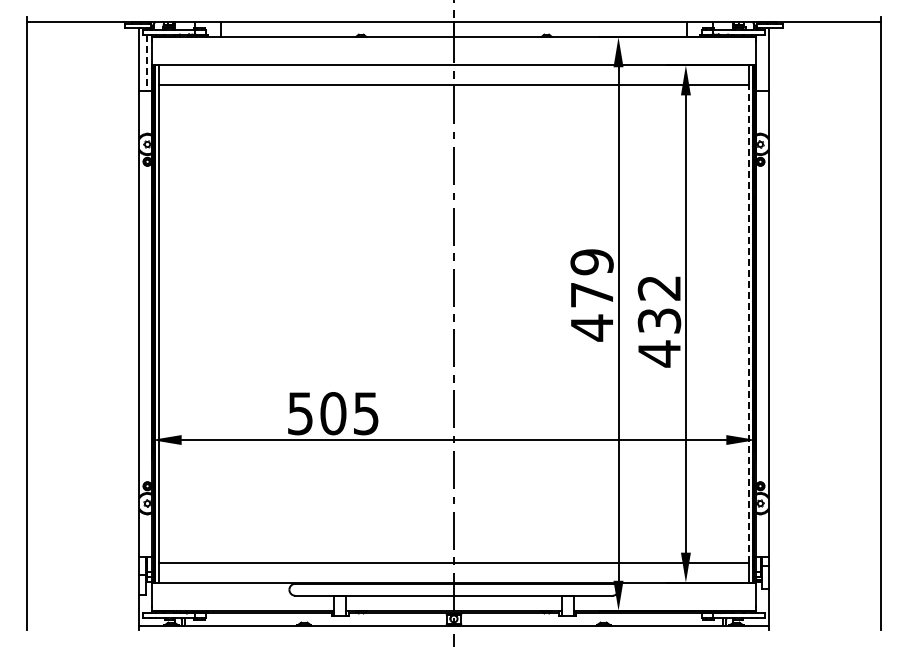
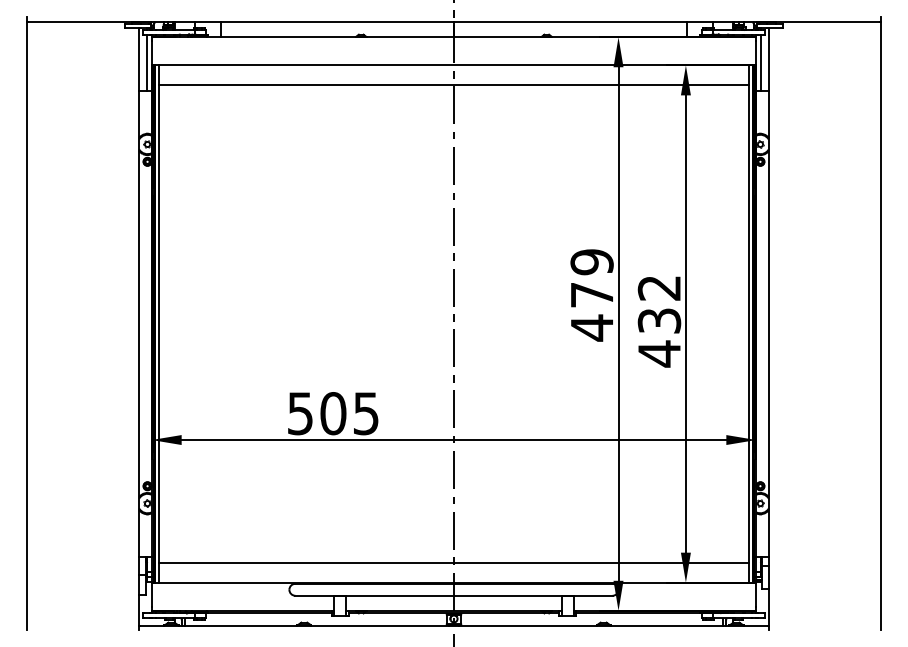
line at (147, 62): dashed -> solid
line at (760, 62): none -> present
line at (748, 323): dashed -> solid
